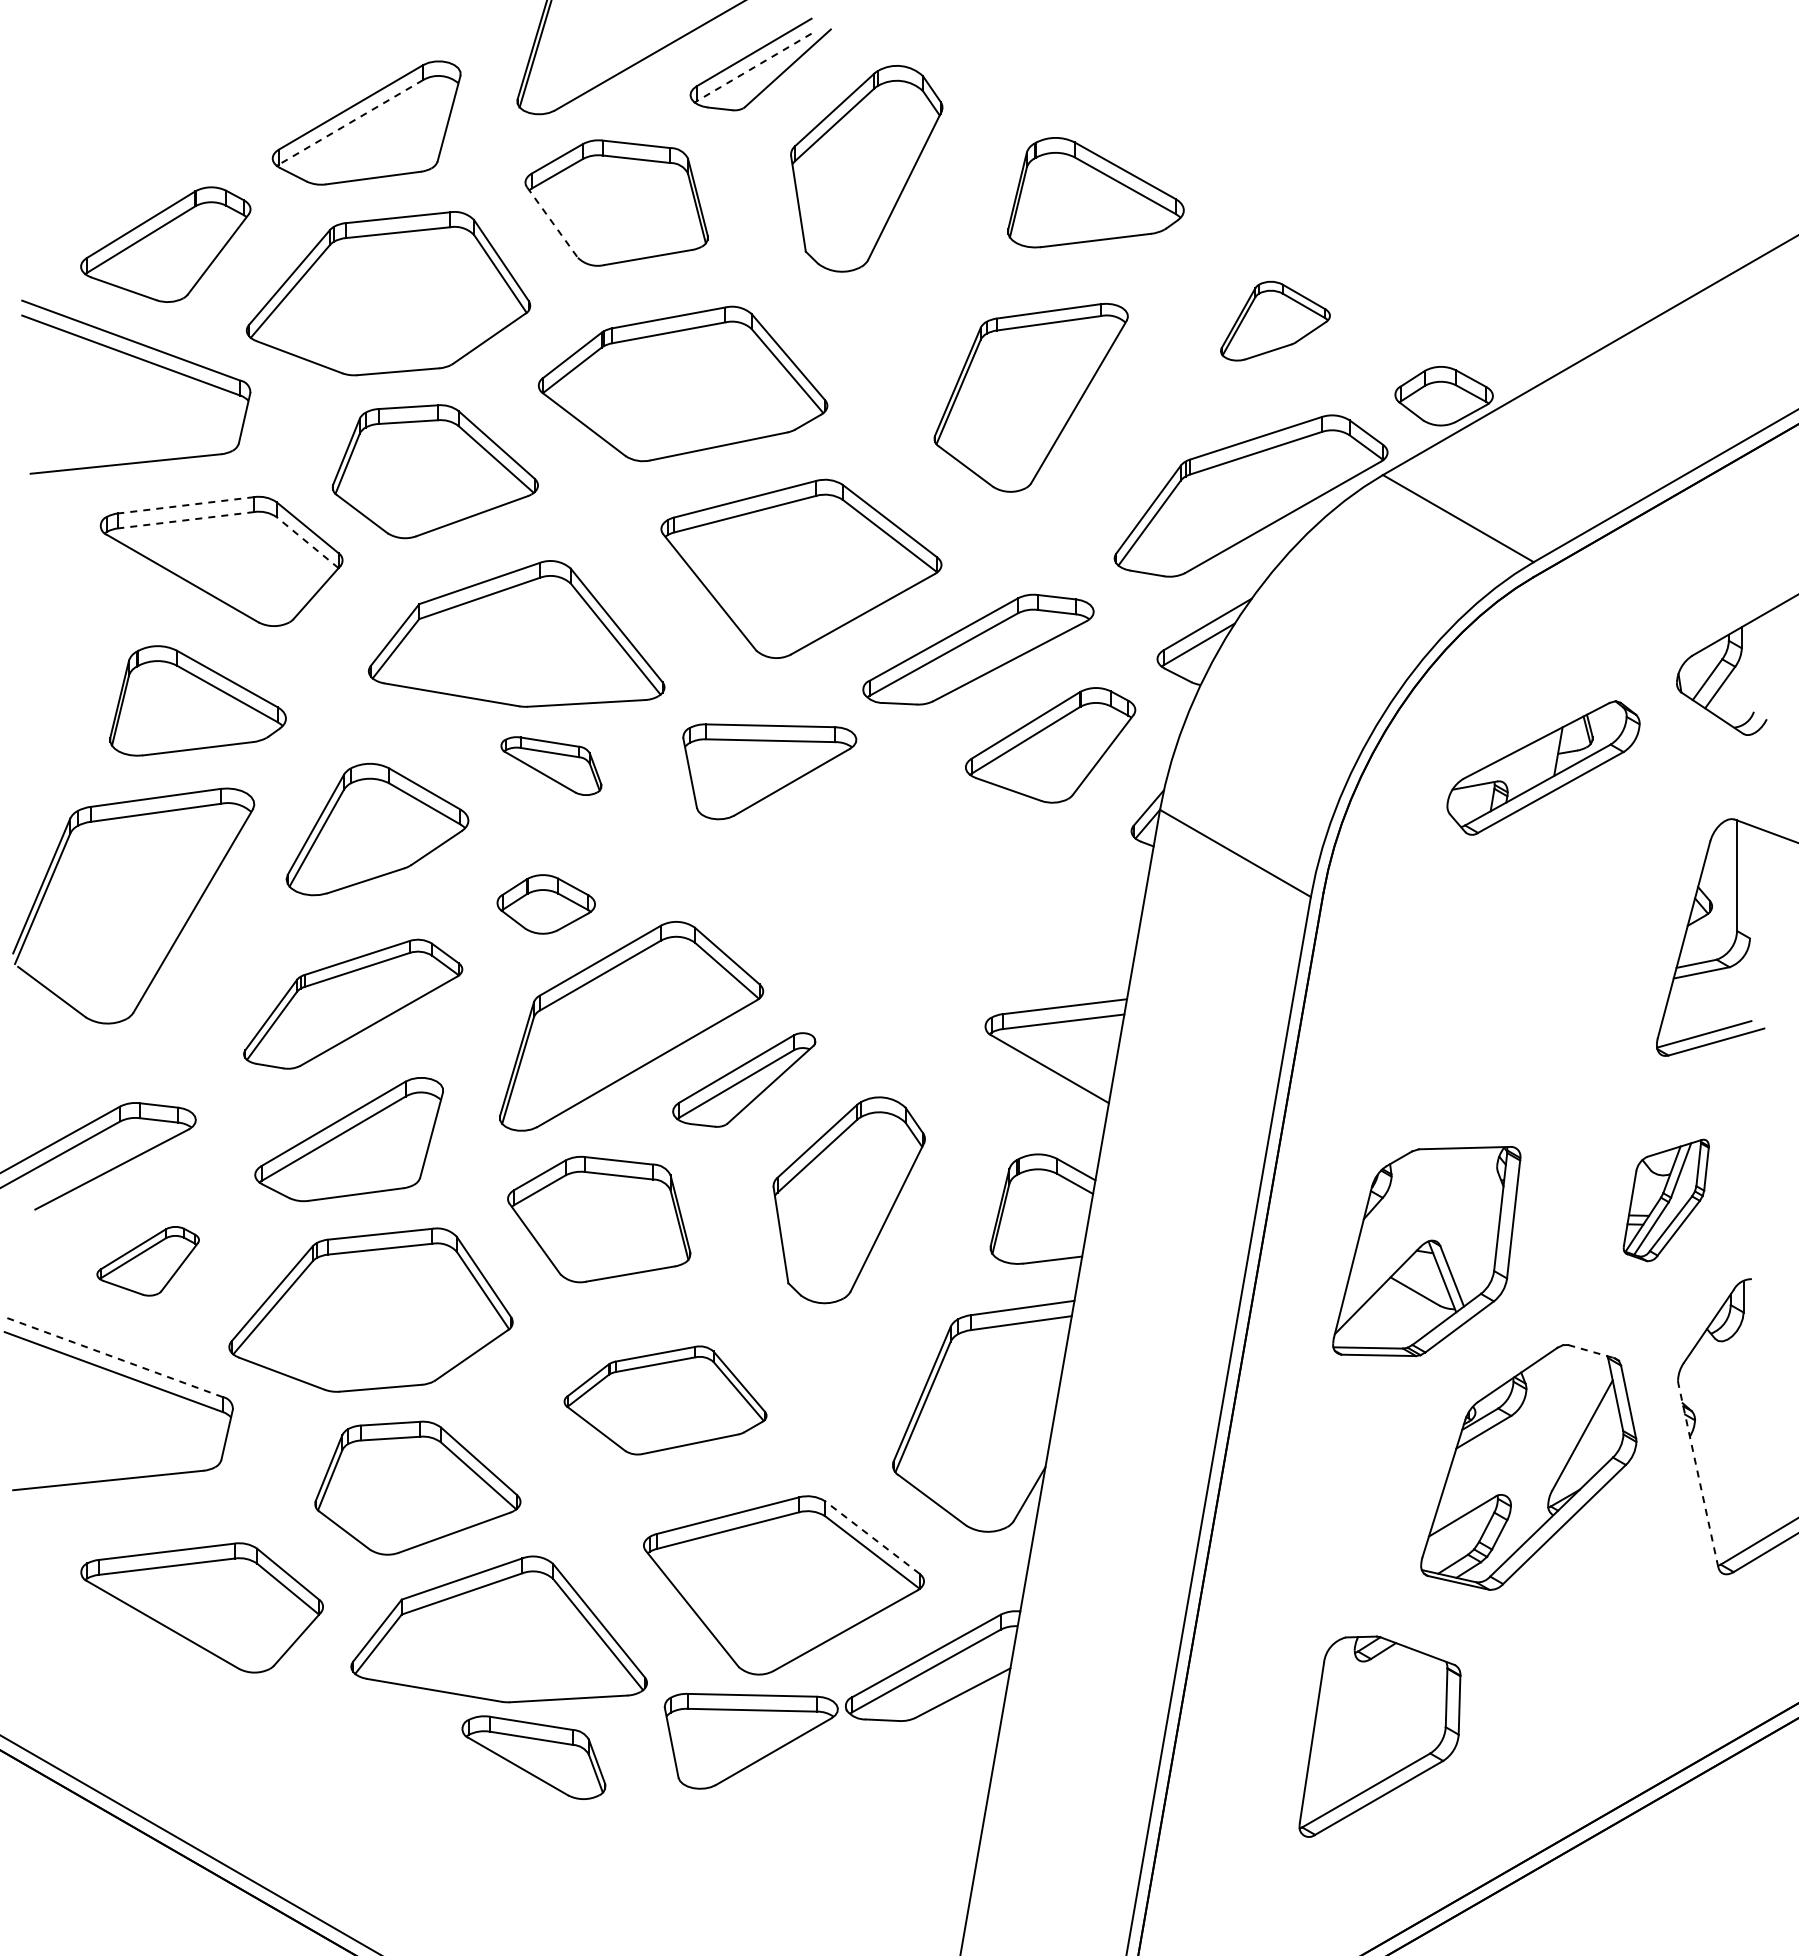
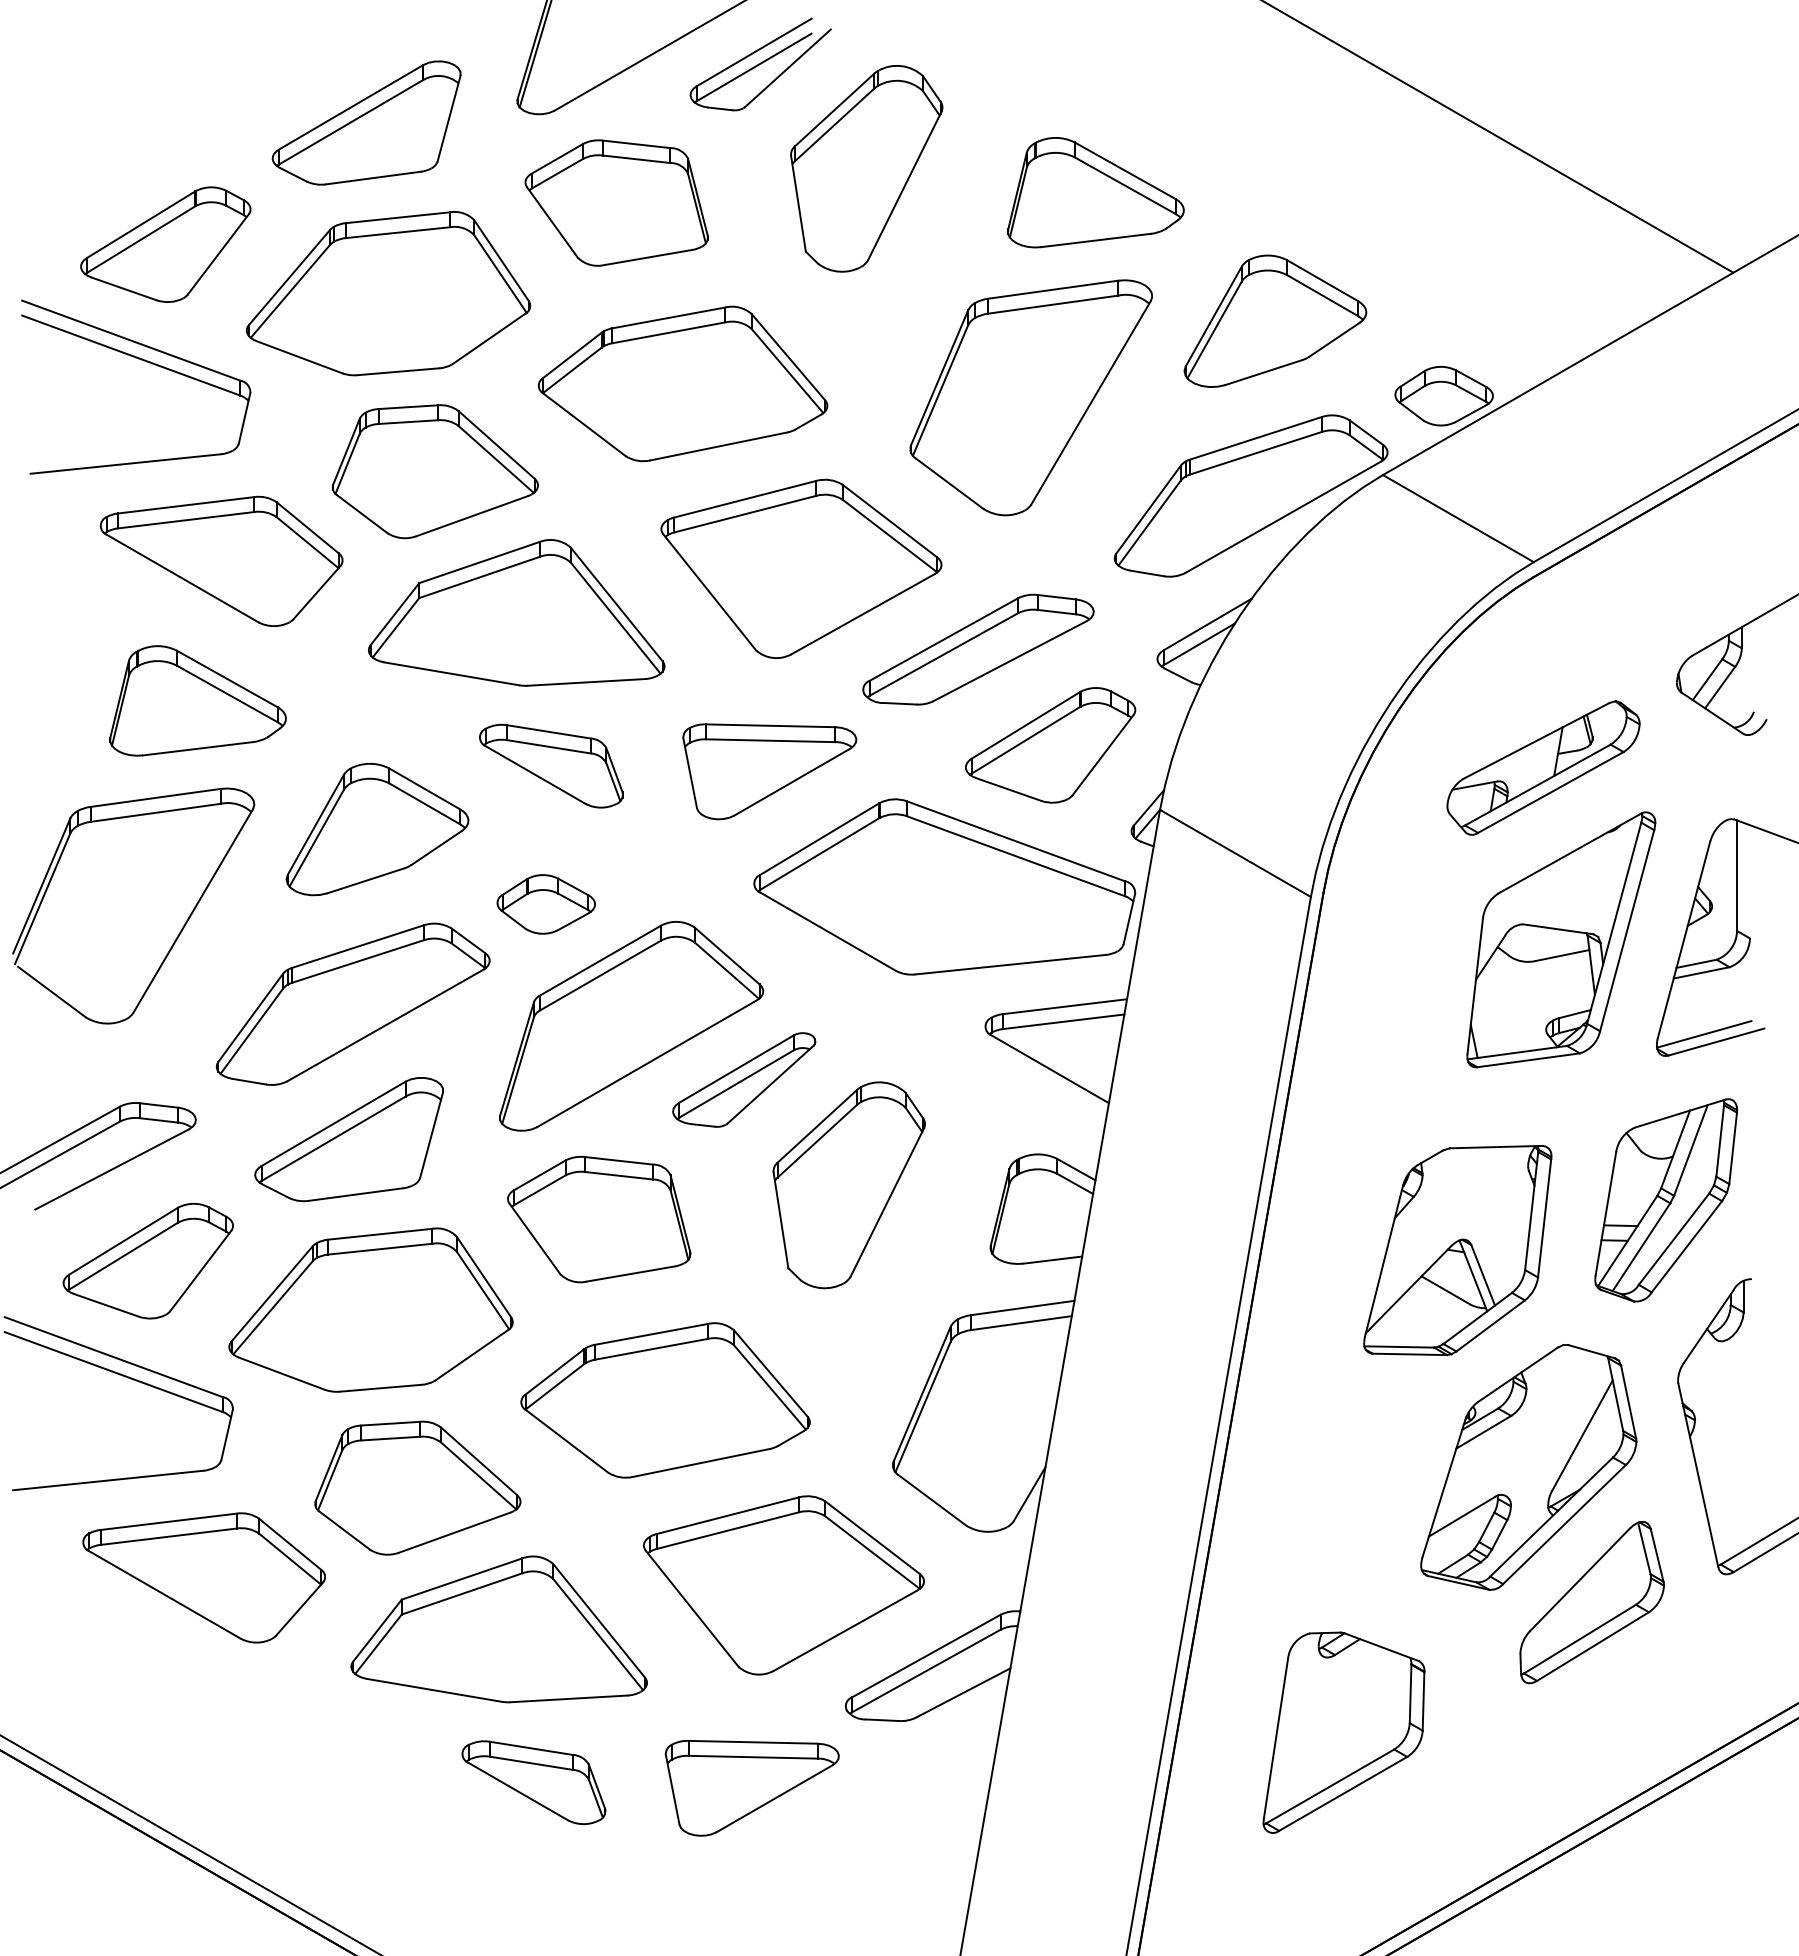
line at (754, 67): dashed -> solid
line at (351, 122): dashed -> solid
line at (1498, 137): none -> present
line at (552, 222): dashed -> solid
part at (1275, 321) size: 111x81 px -> 185x134 px
part at (1030, 397) size: 196x191 px -> 244x238 px
line at (186, 505): dashed -> solid
line at (186, 520): dashed -> solid
line at (307, 542): dashed -> solid
part at (516, 633) position: (516, 633) -> (516, 612)
part at (551, 765) size: 103x60 px -> 145x86 px
part at (944, 886): none -> present
part at (1561, 939): none -> present
part at (353, 1003) size: 221x132 px -> 276x164 px
part at (848, 1200) position: (848, 1200) -> (848, 1185)
part at (1665, 1200) size: 88x125 px -> 145x205 px
part at (1426, 1251) position: (1426, 1251) -> (1457, 1250)
part at (147, 1261) size: 104x71 px -> 172x117 px
line at (1592, 1351): dashed -> solid
line at (113, 1356): dashed -> solid
part at (665, 1400) size: 205x111 px -> 291x157 px
line at (1698, 1475): dashed -> solid
line at (872, 1537): dashed -> solid
part at (1591, 1602): none -> present
part at (201, 1607) position: (201, 1607) -> (203, 1577)
part at (1379, 1736) position: (1379, 1736) -> (1343, 1732)
part at (750, 1741) position: (750, 1741) -> (751, 1788)
part at (533, 1757) position: (533, 1757) -> (533, 1782)
